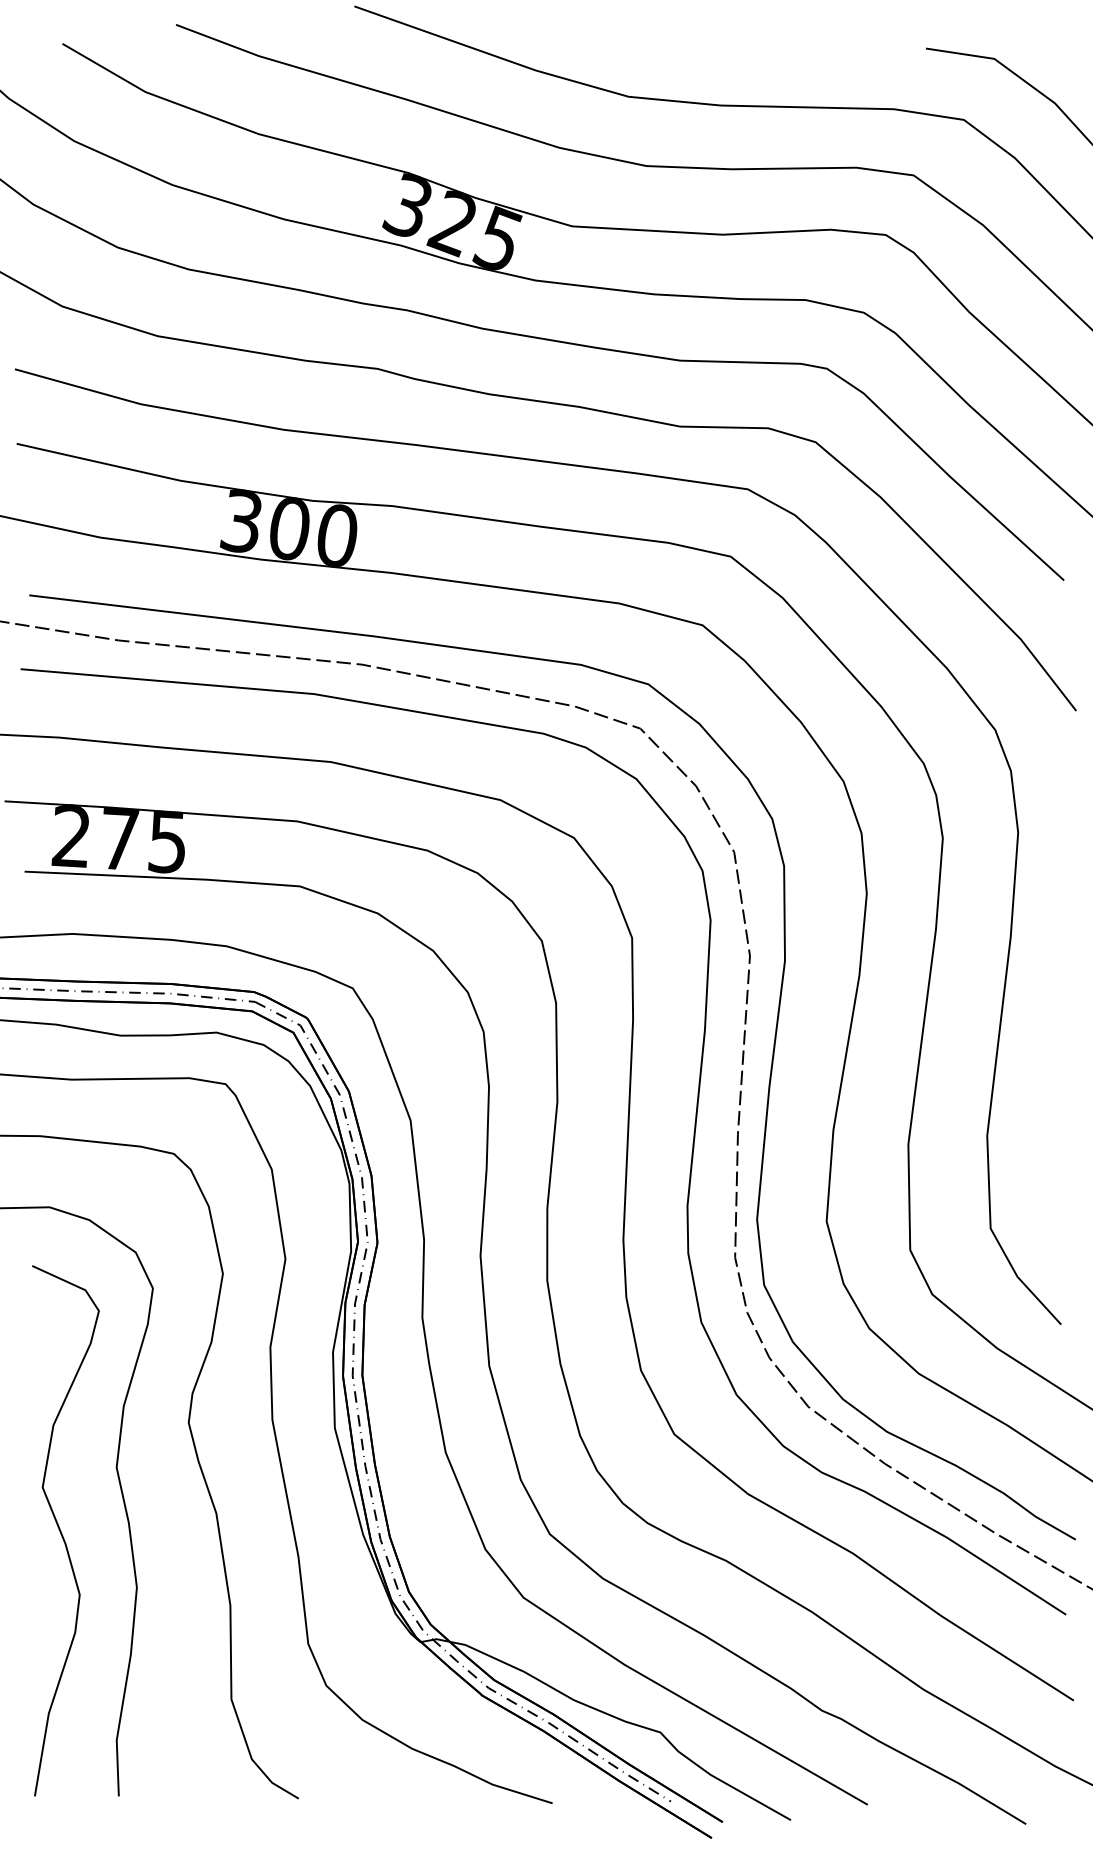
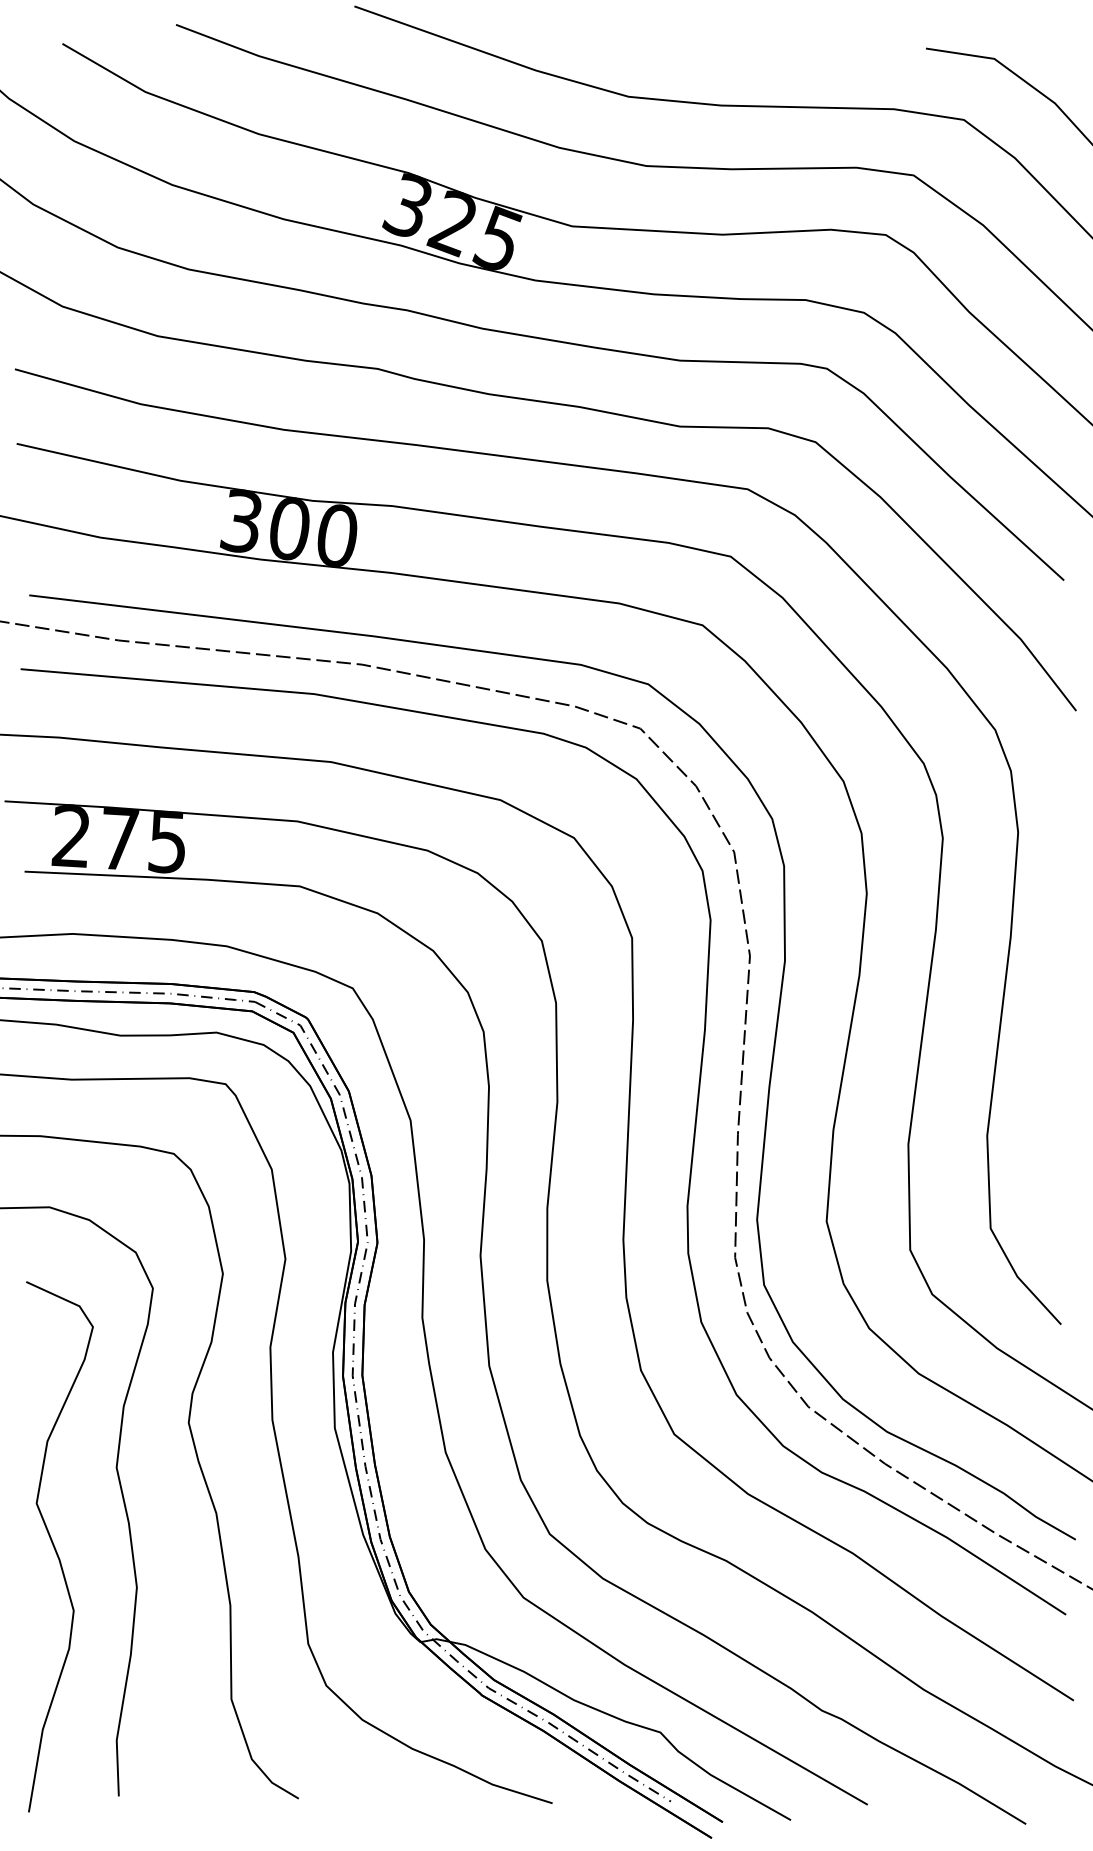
curve at (61, 1530) position: (61, 1530) -> (55, 1546)
